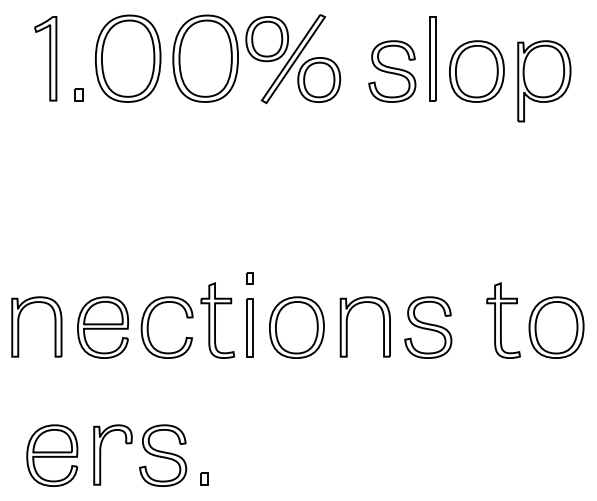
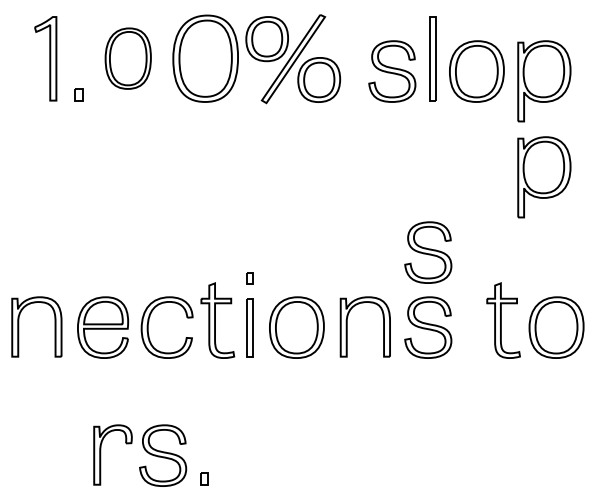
part at (128, 58) size: 67x89 px -> 48x63 px
part at (544, 177): none -> present
part at (428, 252): none -> present
part at (52, 455): present -> none
